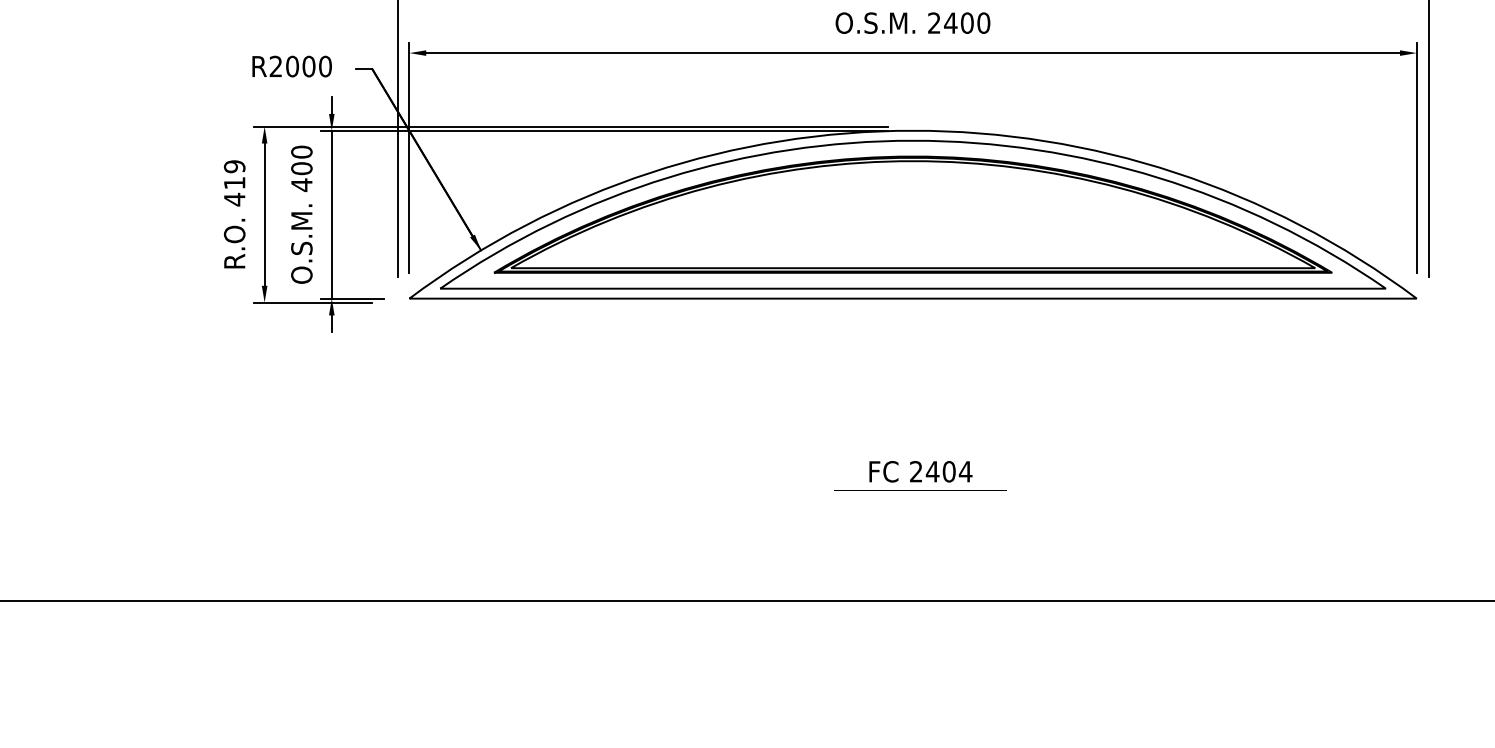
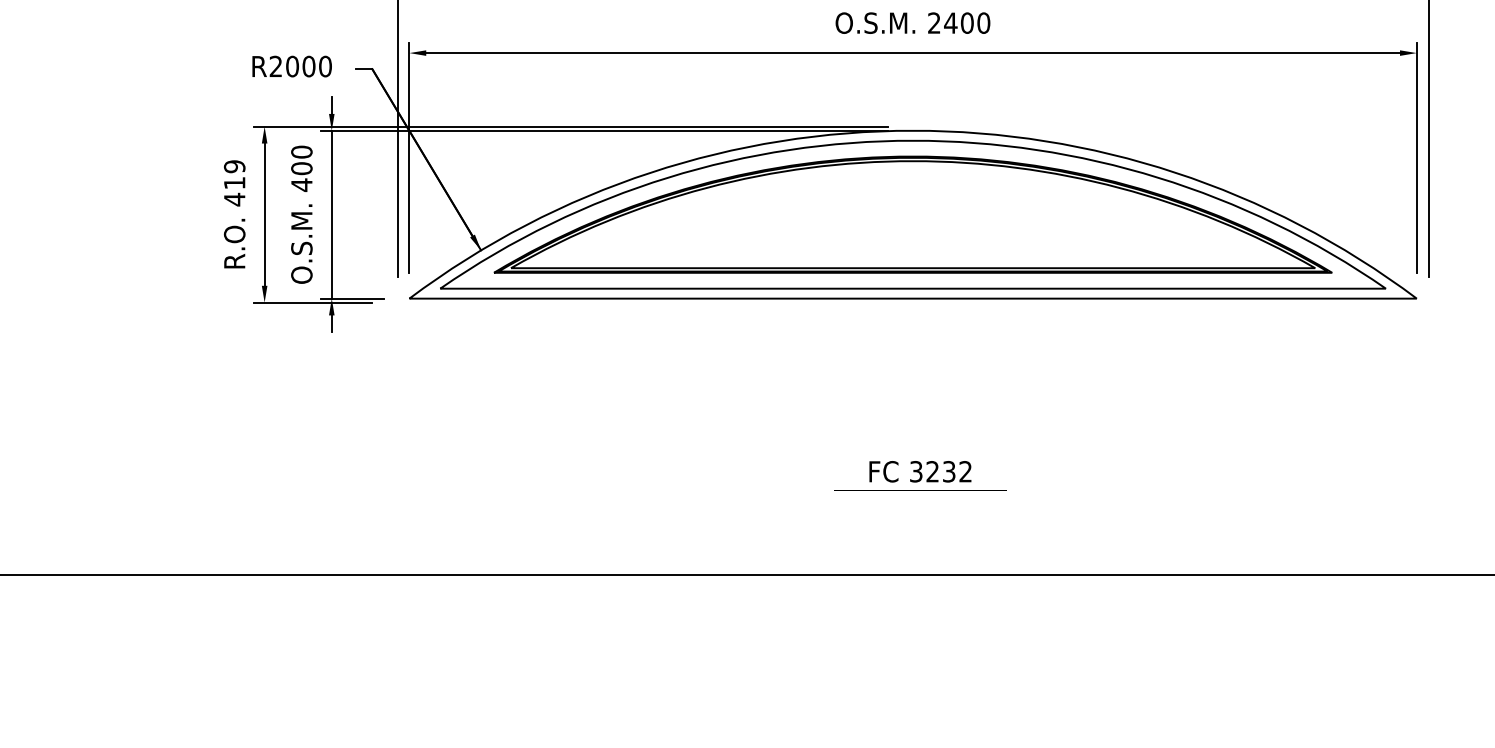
text at (941, 471): 2404 -> 3232
line at (746, 601) position: (746, 601) -> (746, 575)
